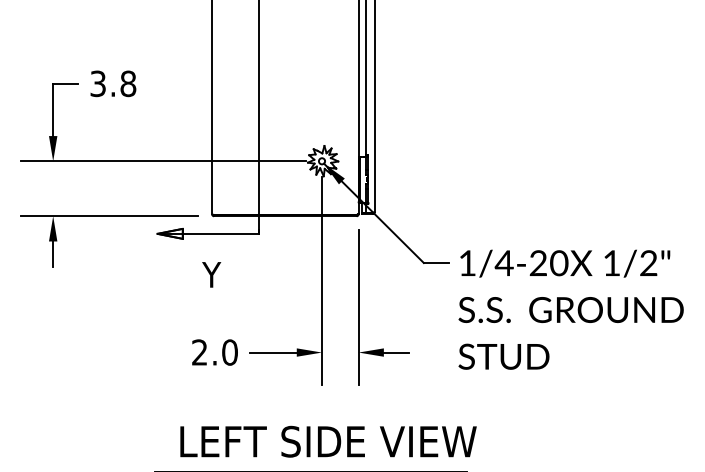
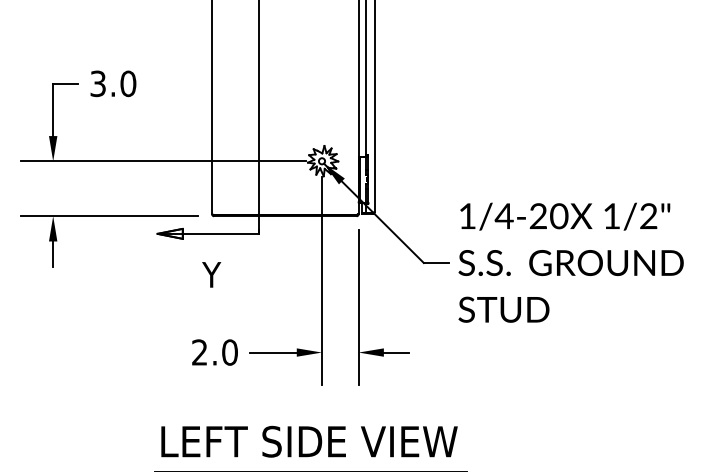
text at (128, 83): 3.8 -> 3.0
text at (570, 309) position: (570, 309) -> (570, 262)
text at (328, 441) position: (328, 441) -> (309, 441)
